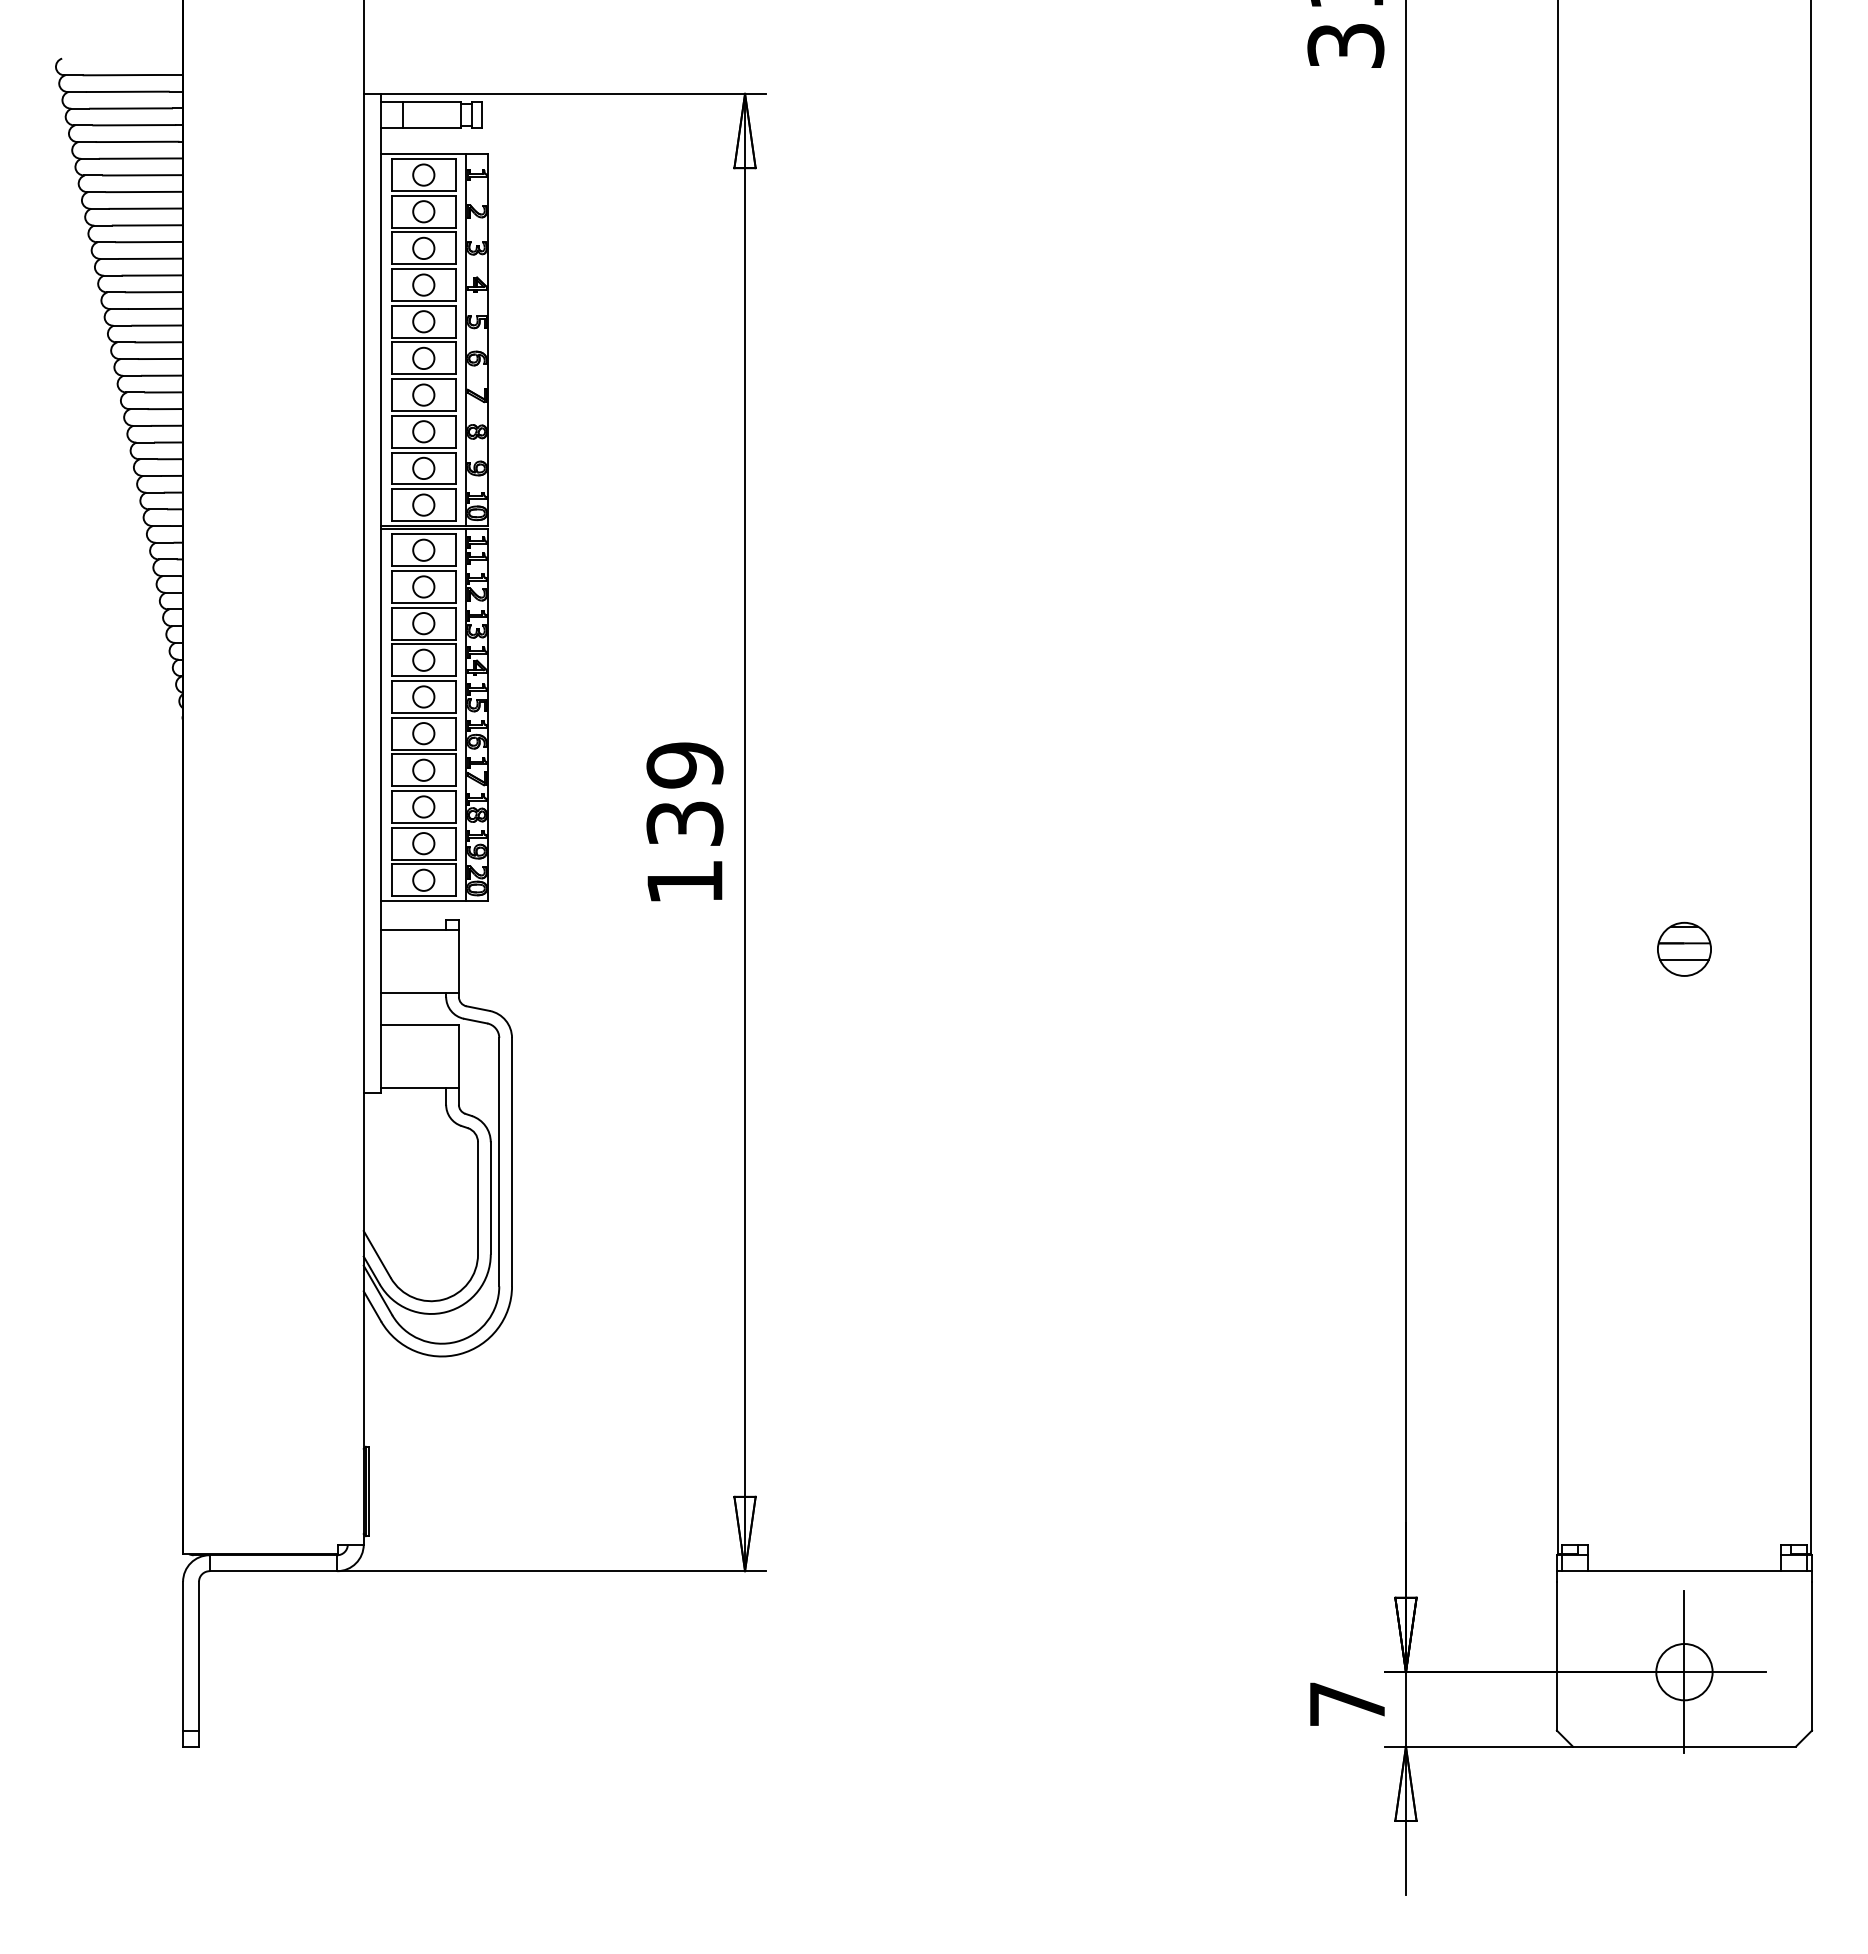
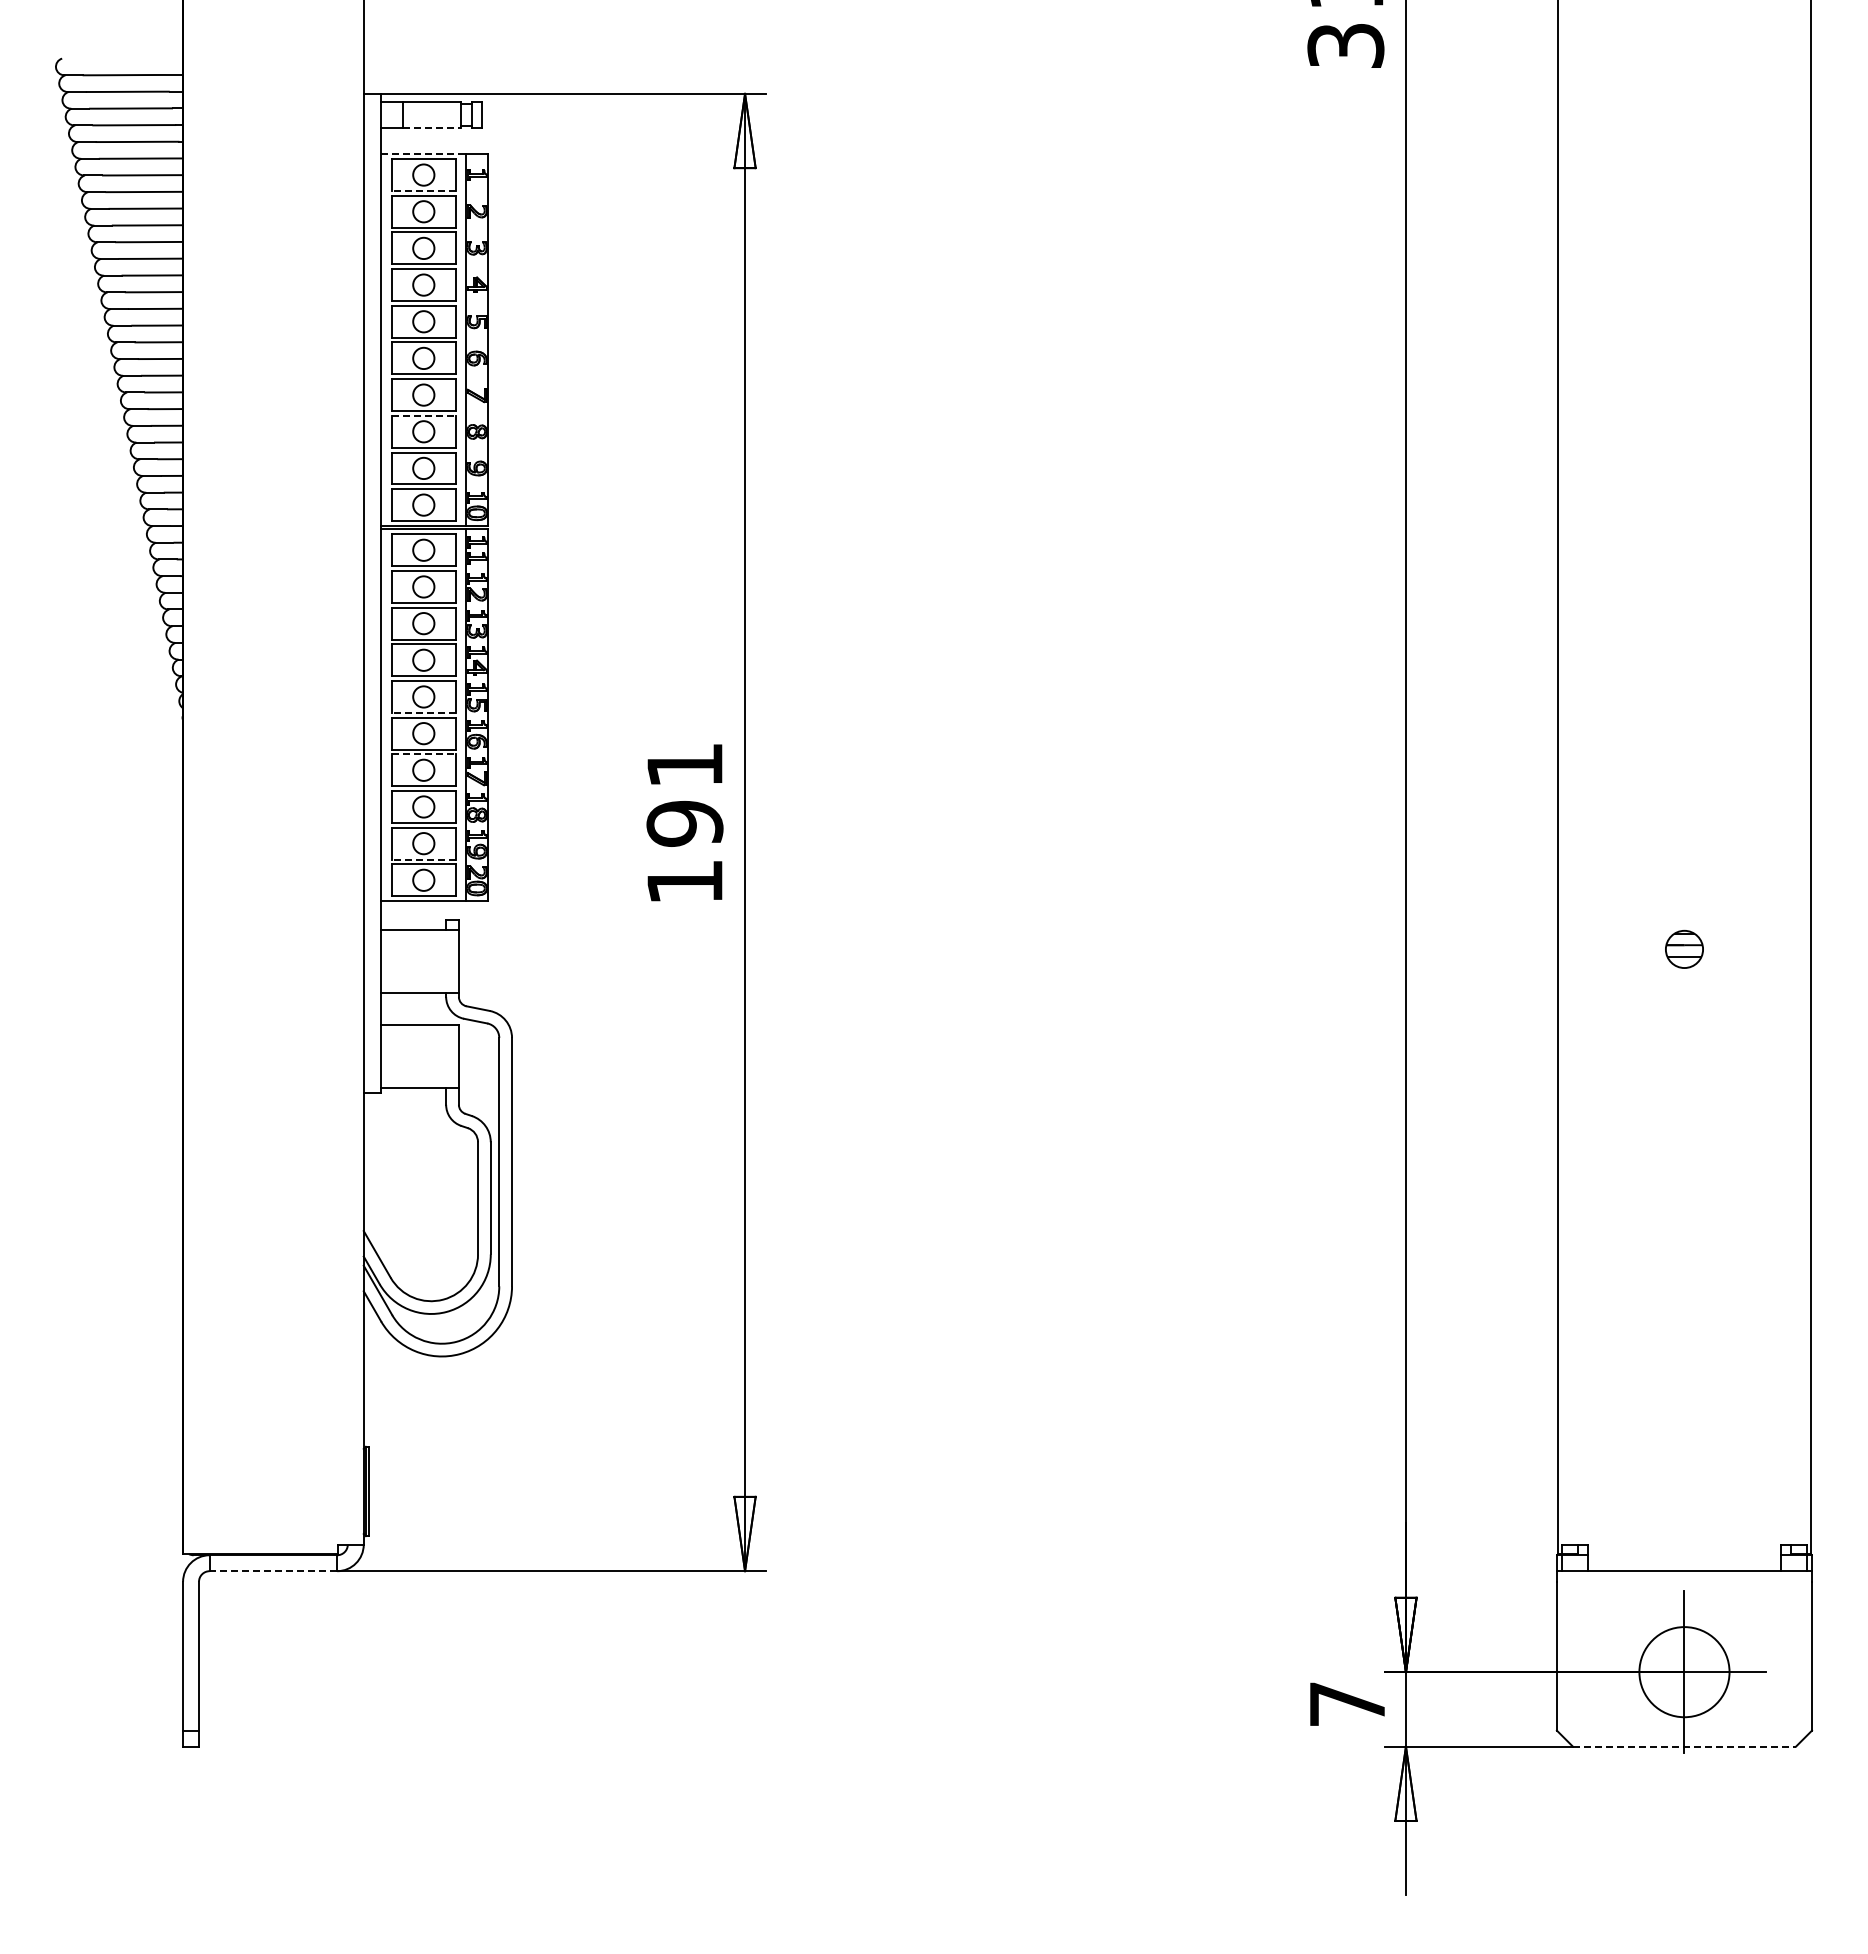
line at (432, 128): solid -> dashed
line at (423, 154): solid -> dashed
line at (423, 191): solid -> dashed
line at (423, 415): solid -> dashed
line at (423, 712): solid -> dashed
line at (423, 754): solid -> dashed
text at (684, 794): 139 -> 191
line at (423, 859): solid -> dashed
part at (1684, 949) size: 55x55 px -> 39x39 px
line at (273, 1571): solid -> dashed
circle at (1684, 1672) diameter: 56 px -> 90 px
line at (1684, 1746): solid -> dashed
